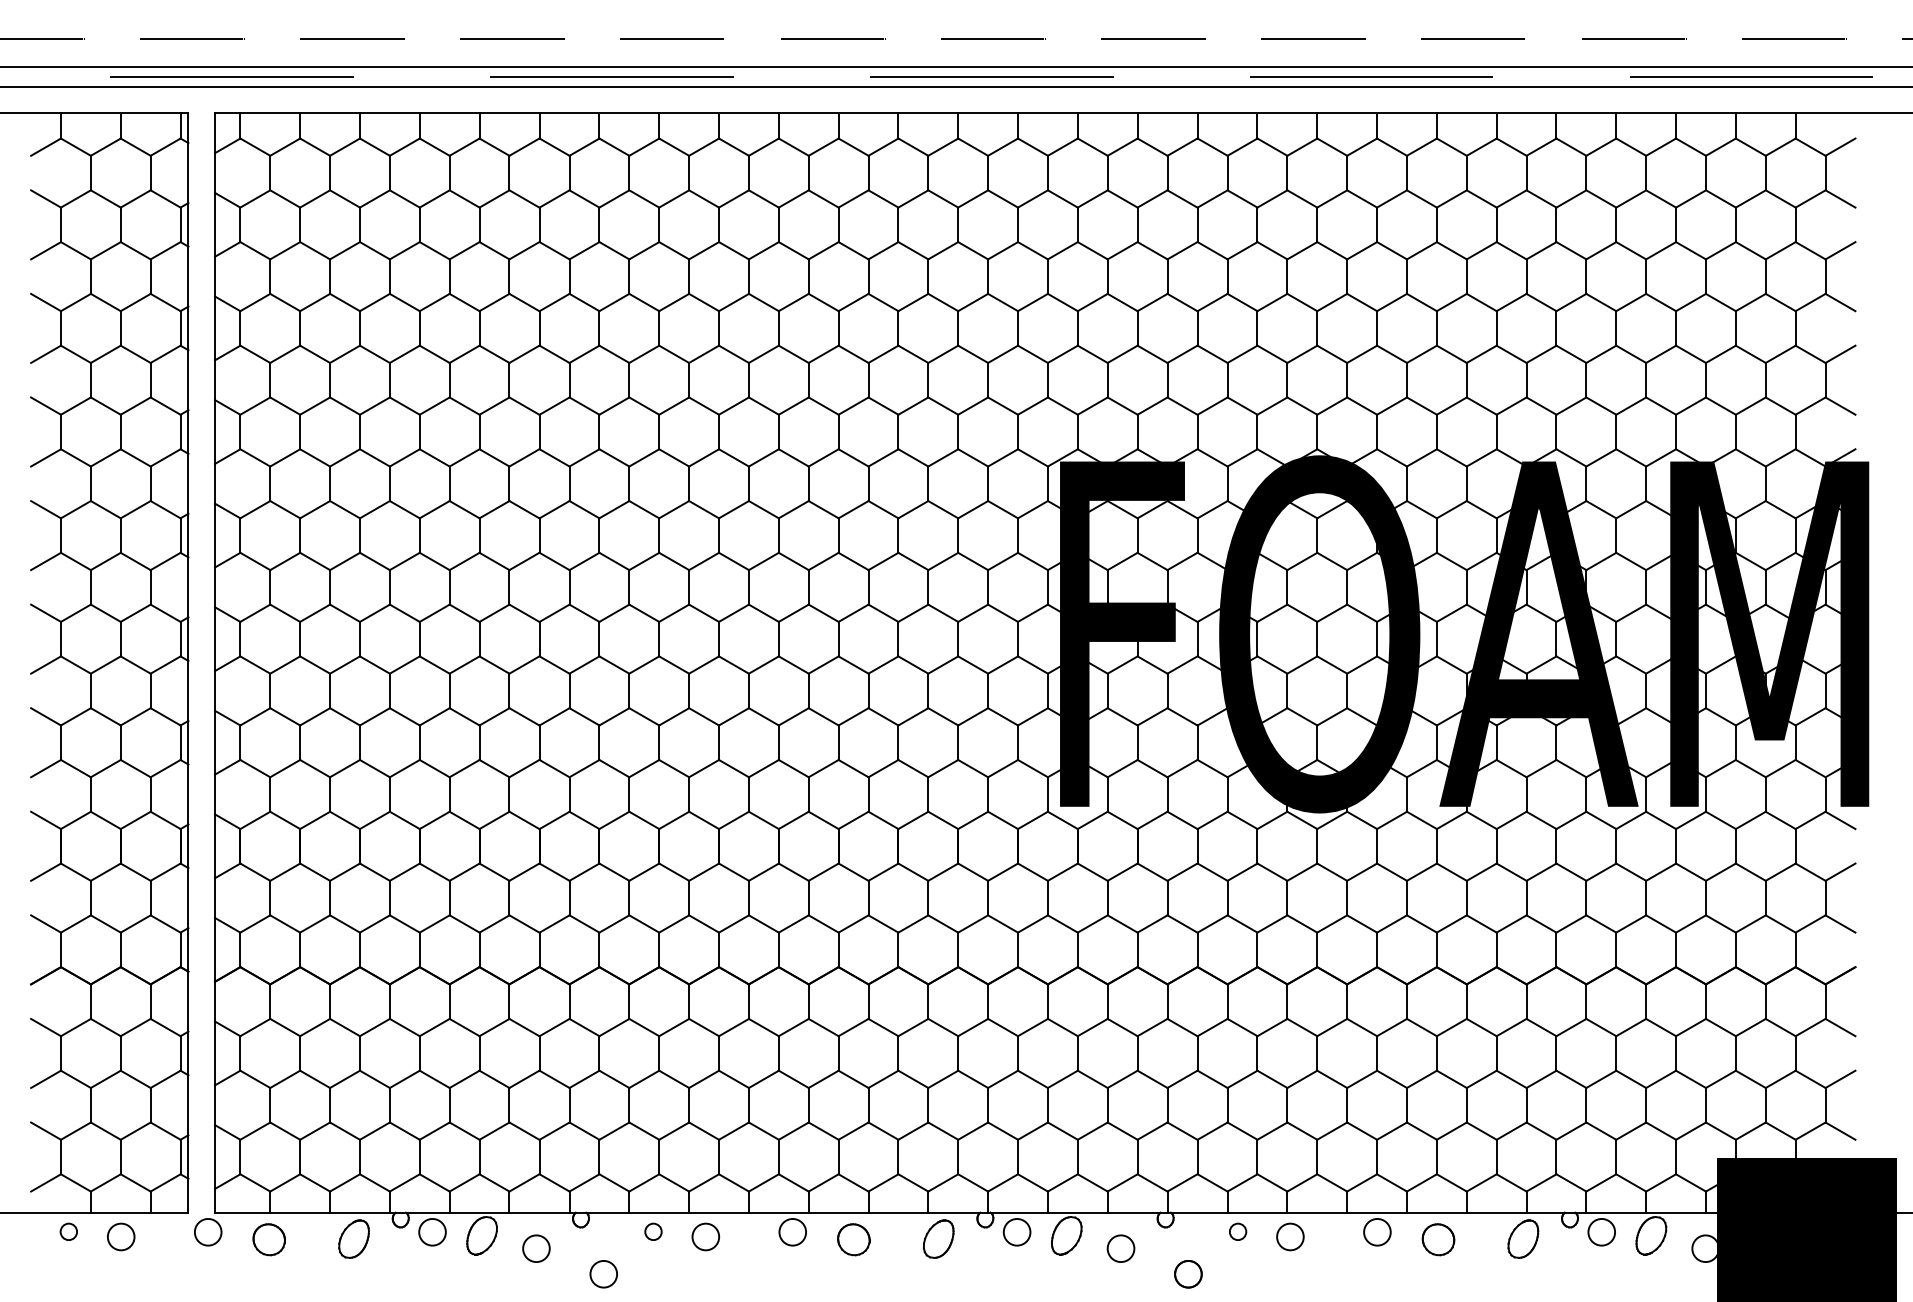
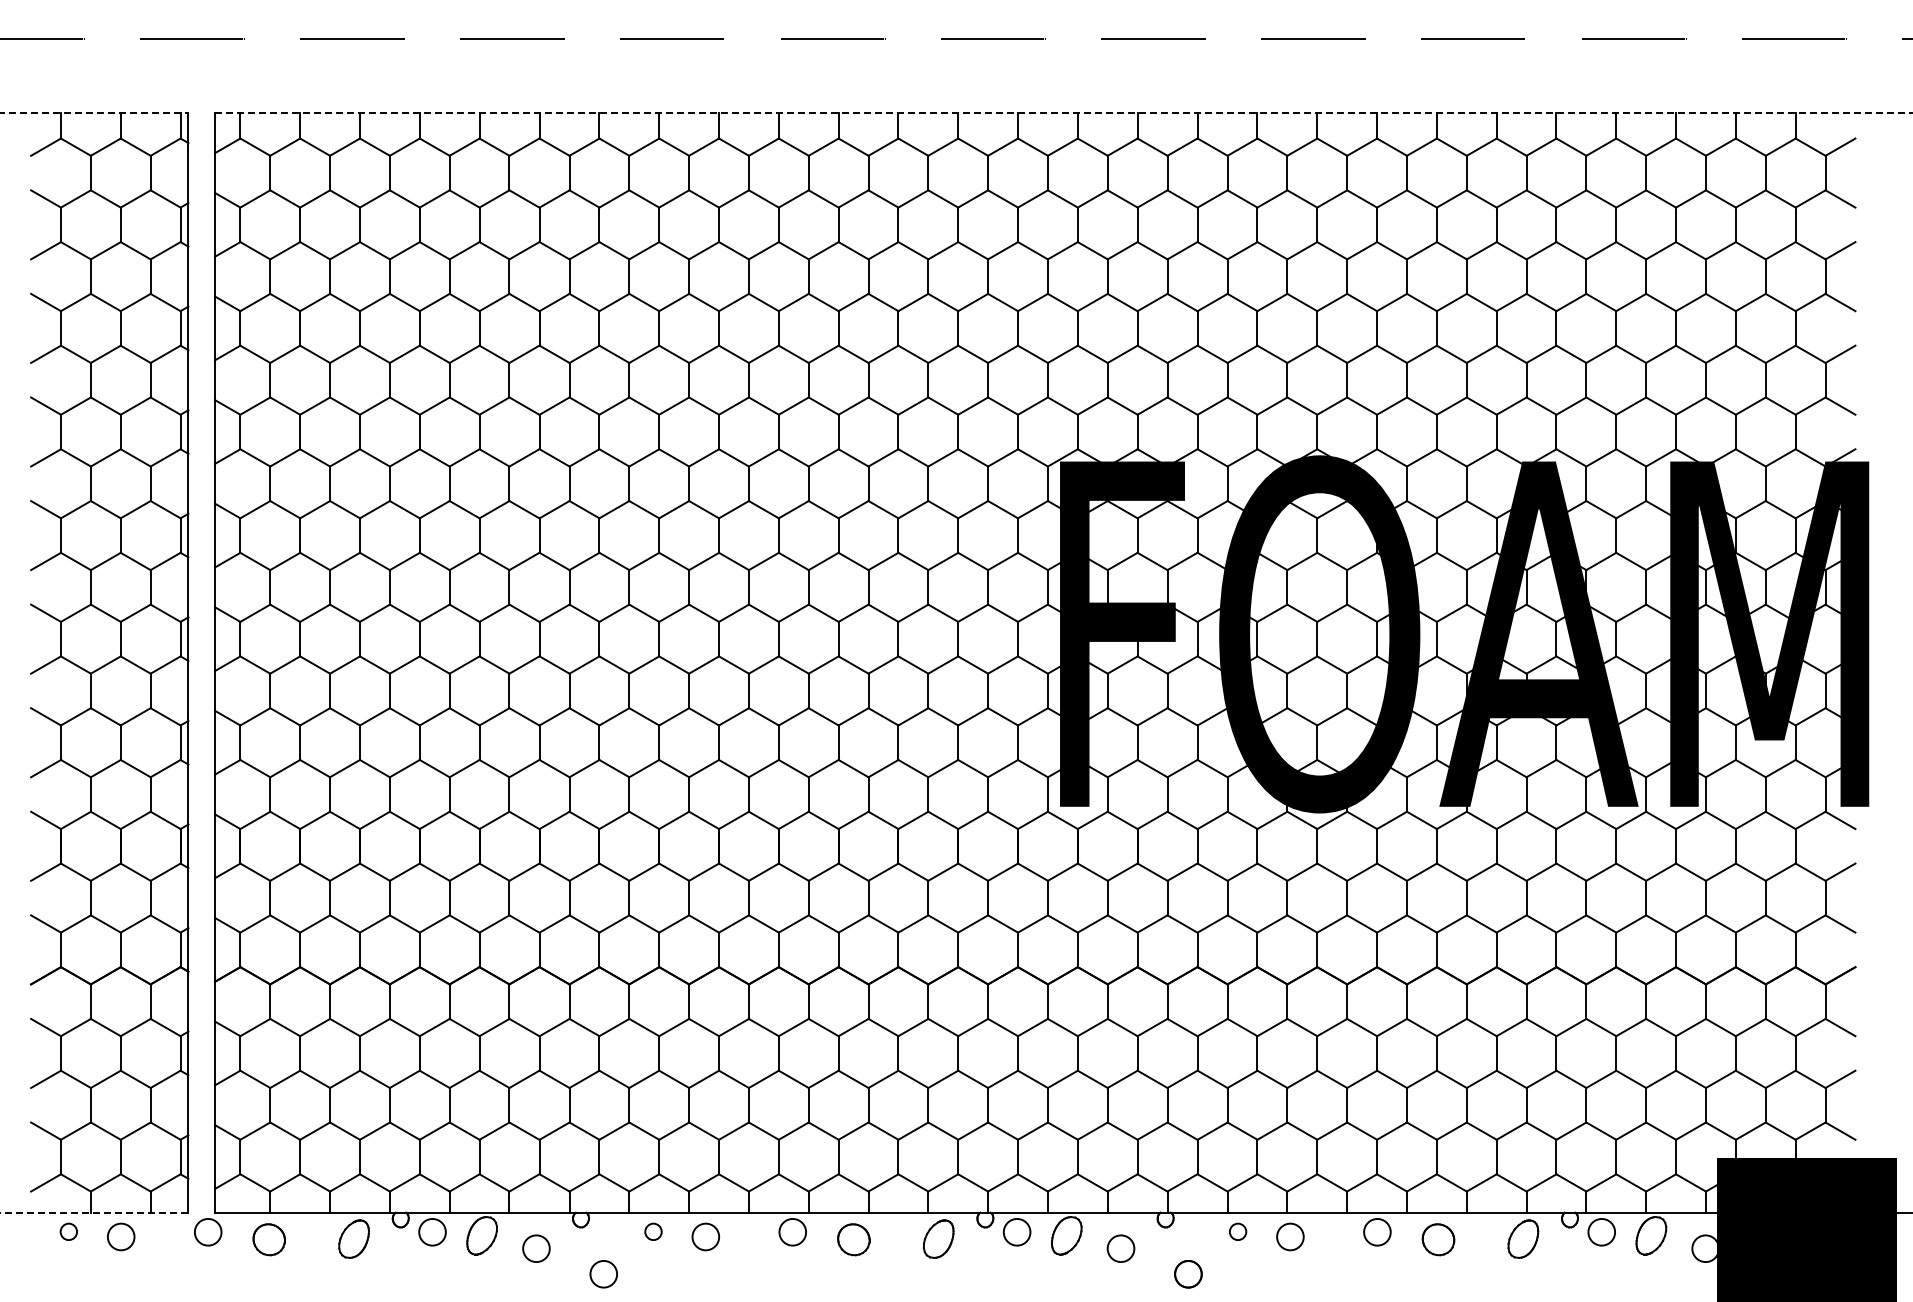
line at (955, 66): present -> none
line at (232, 76): present -> none
line at (611, 76): present -> none
line at (991, 76): present -> none
line at (1371, 76): present -> none
line at (1751, 76): present -> none
line at (955, 87): present -> none
line at (94, 113): solid -> dashed
line at (1063, 113): solid -> dashed
line at (94, 1212): solid -> dashed
